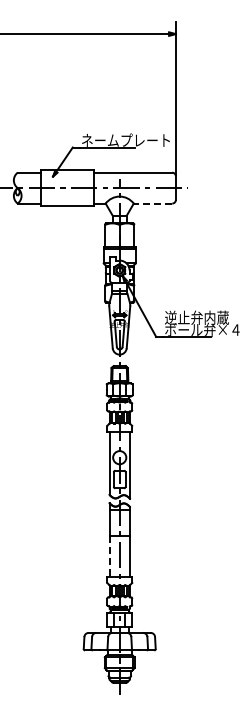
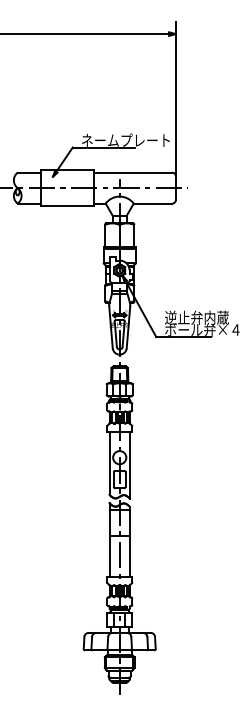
line at (152, 203): dashed -> solid
line at (109, 556): dashed -> solid
